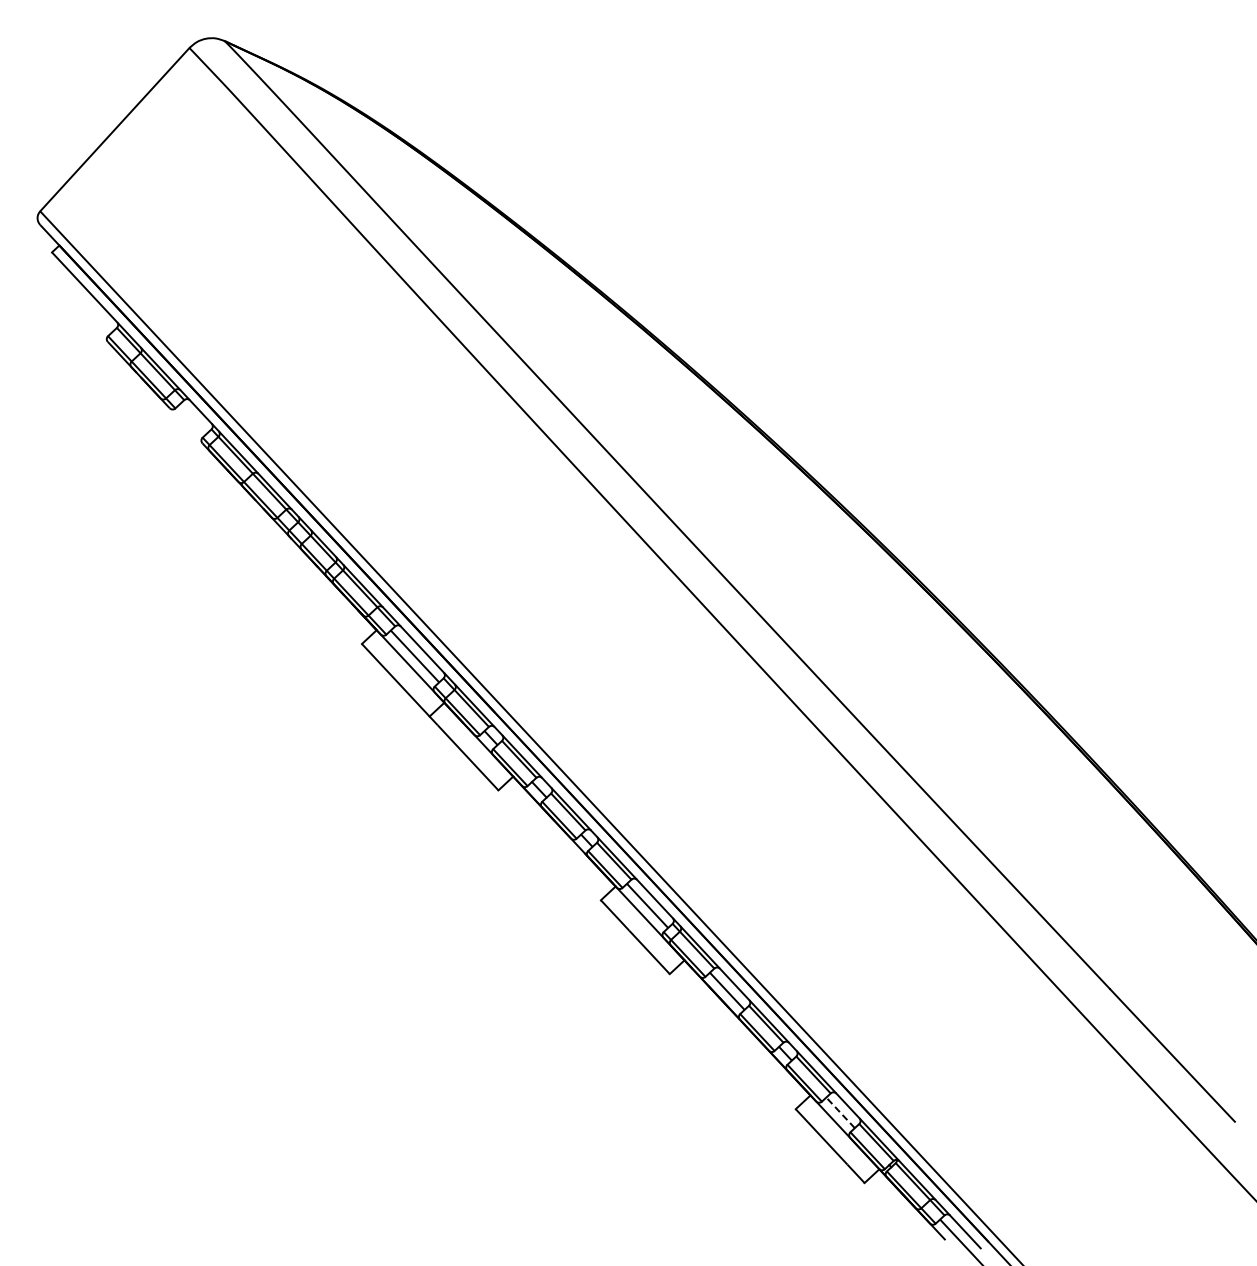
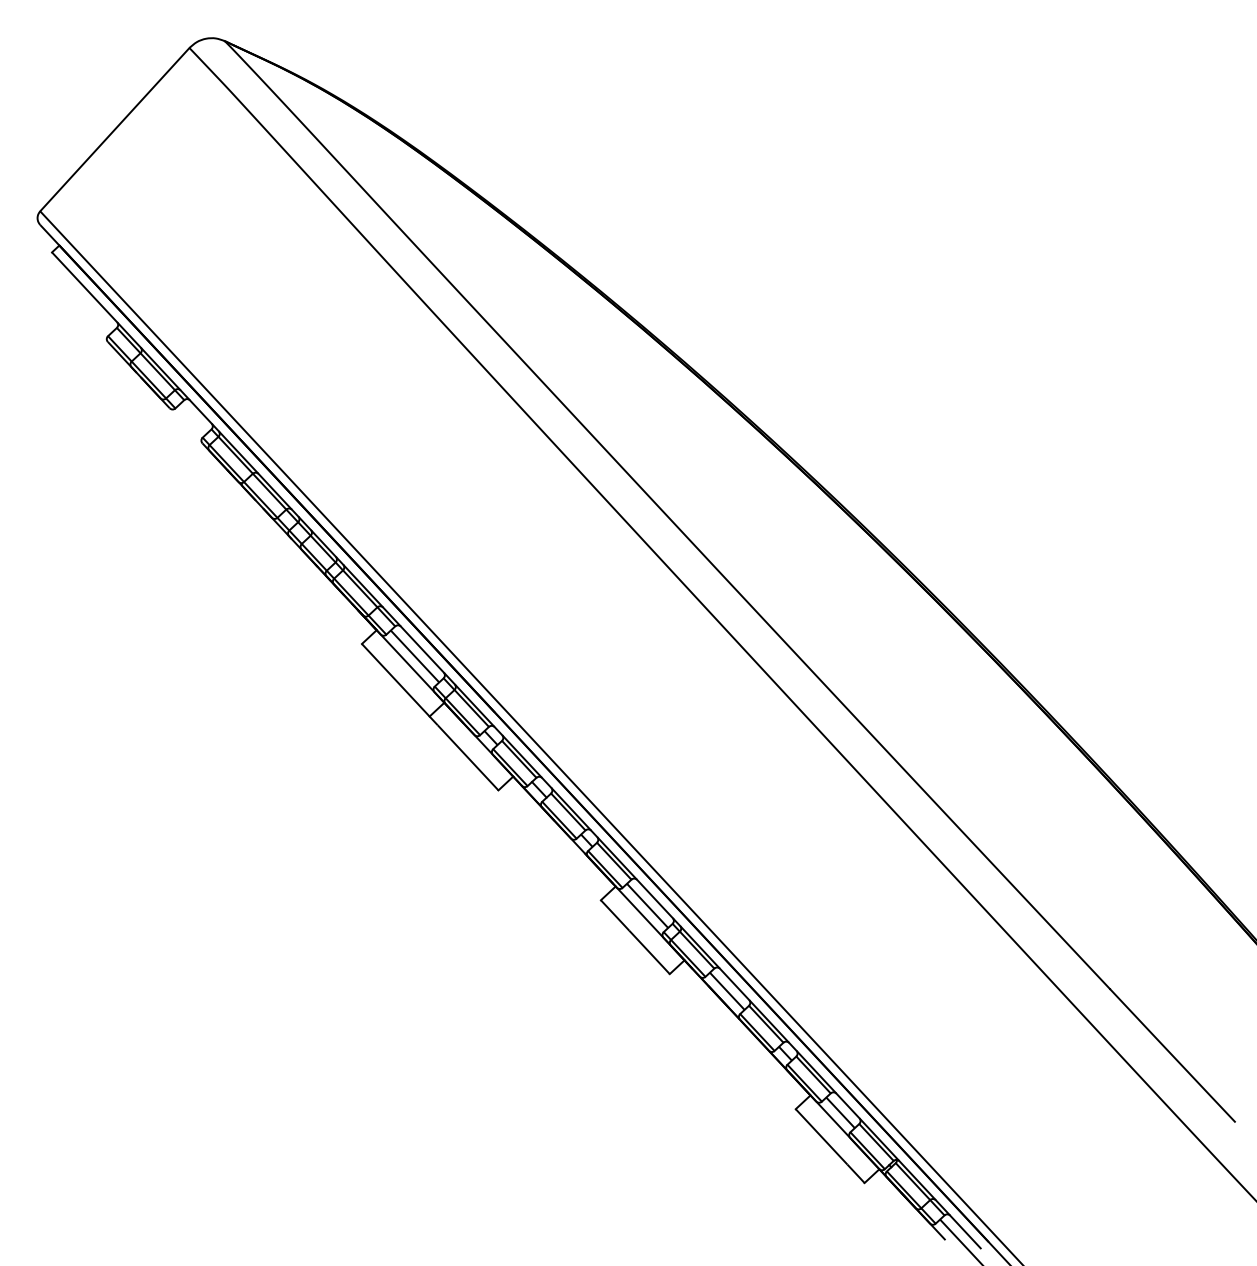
line at (840, 1112): dashed -> solid
